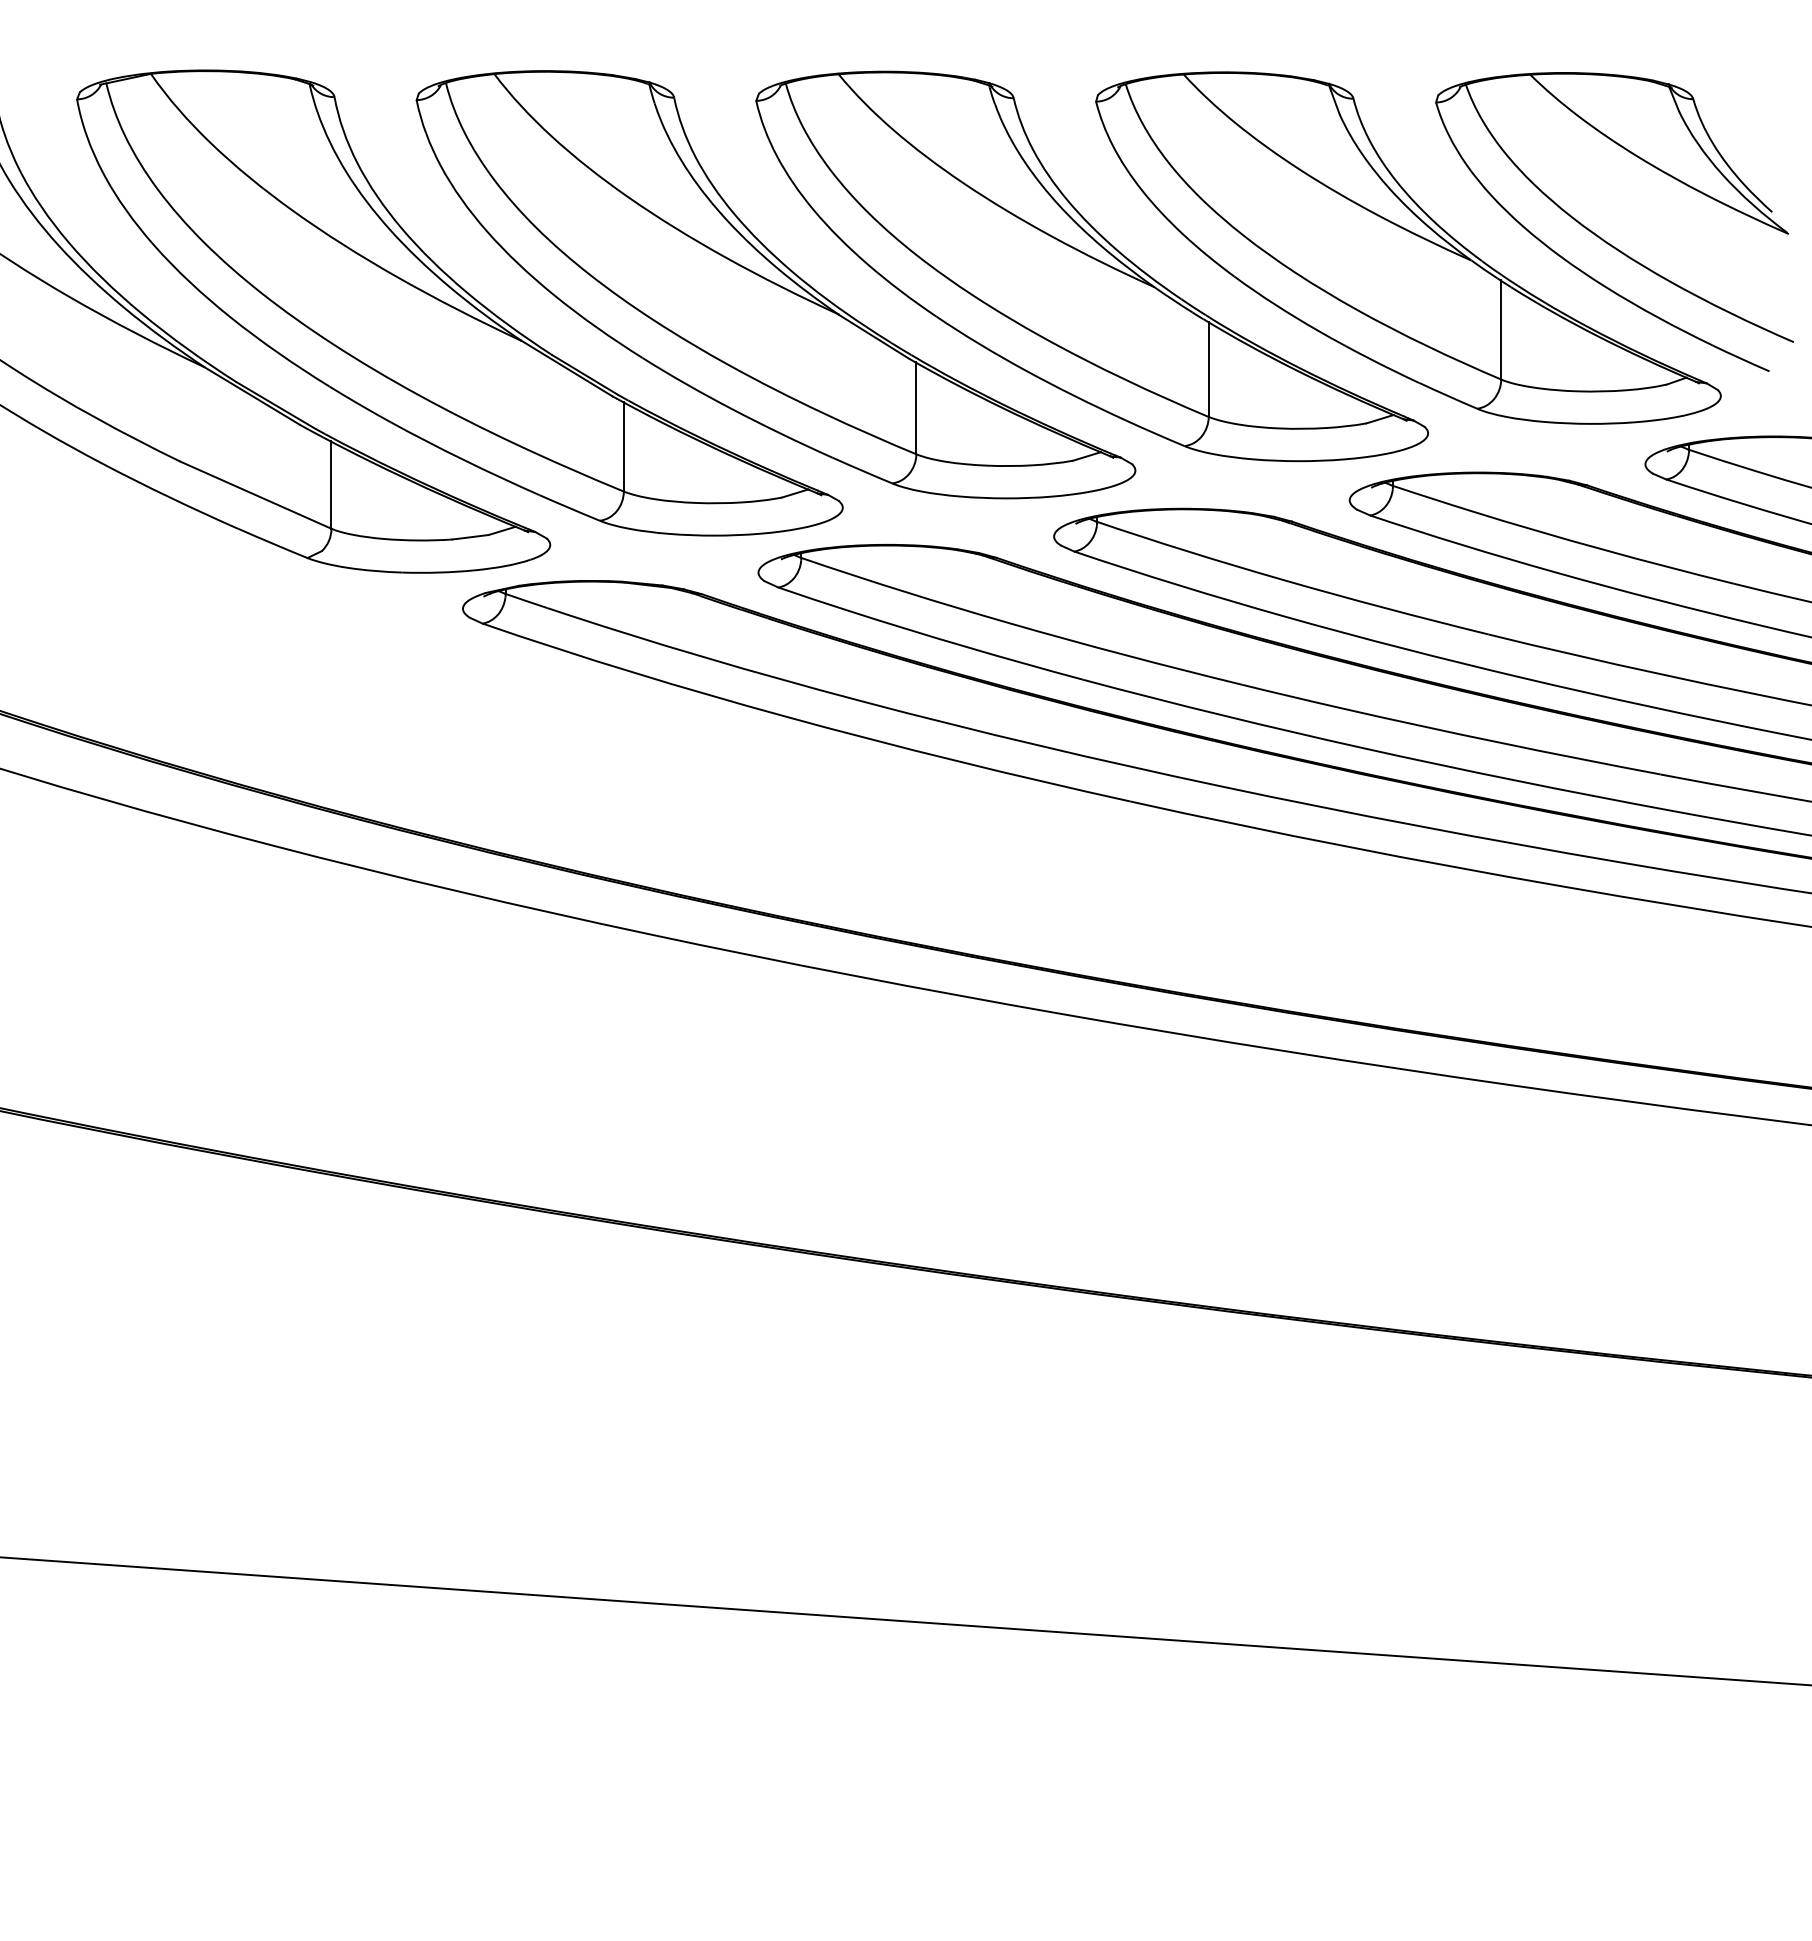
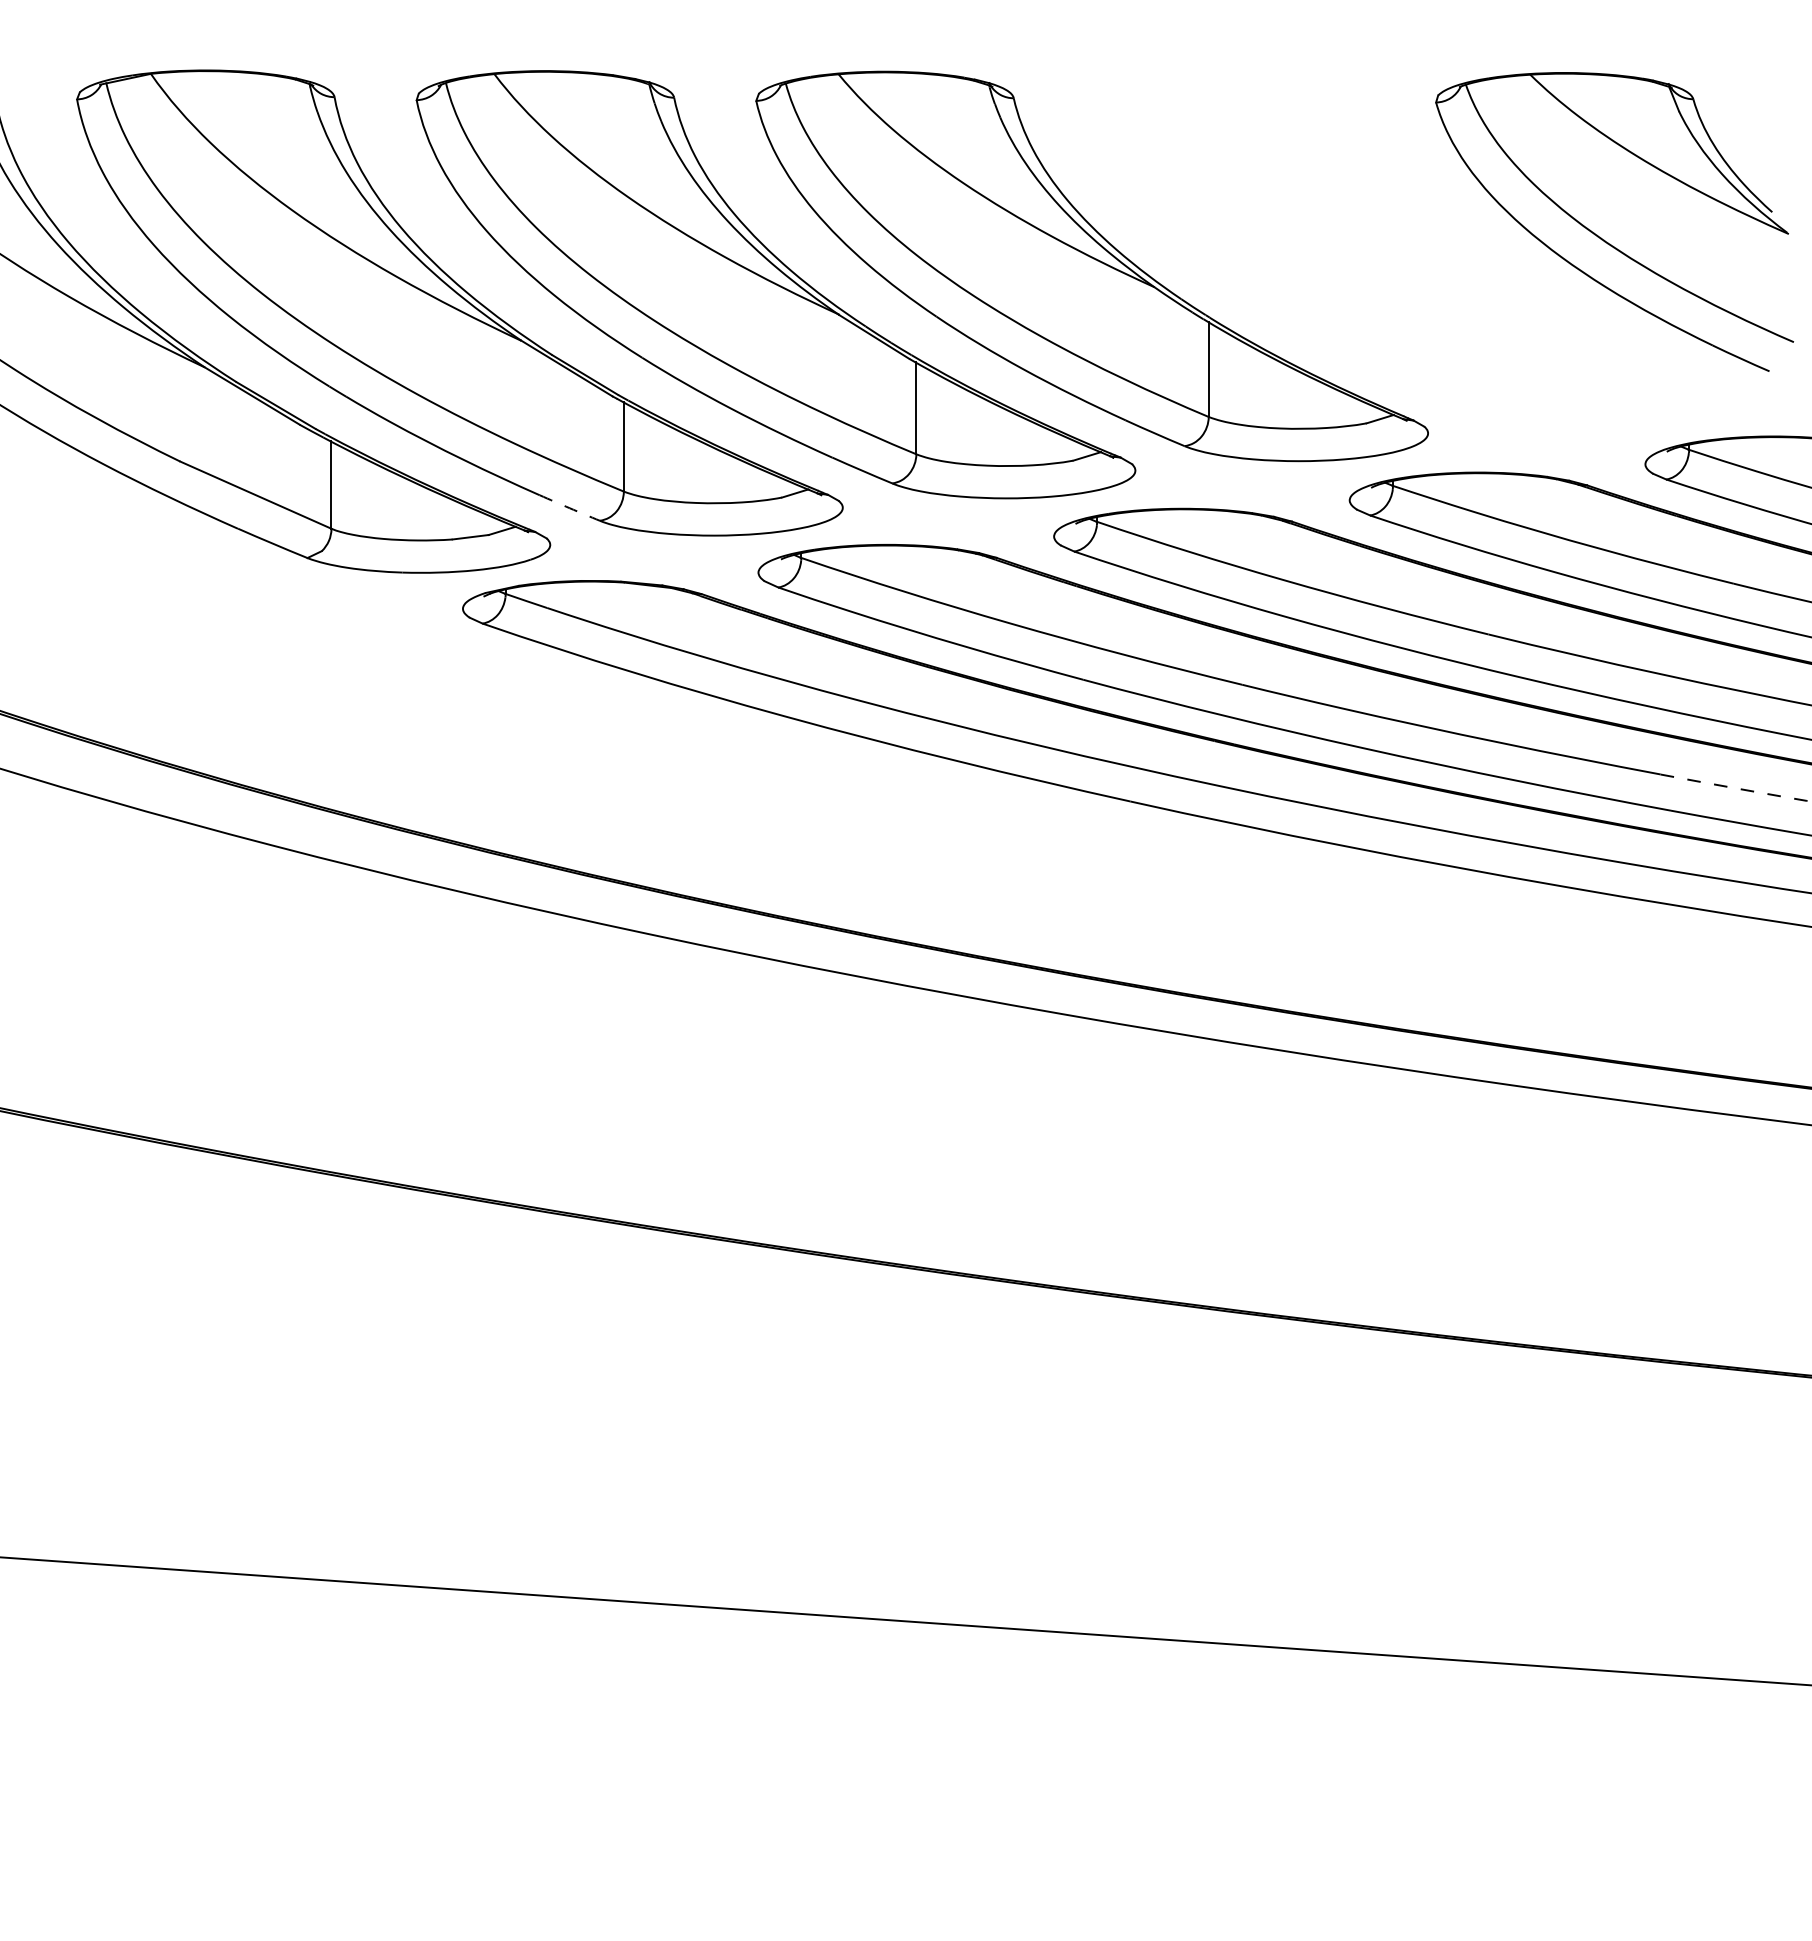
part at (1408, 247): present -> none
arc at (569, 508): solid -> dashed
arc at (1736, 788): solid -> dashed
